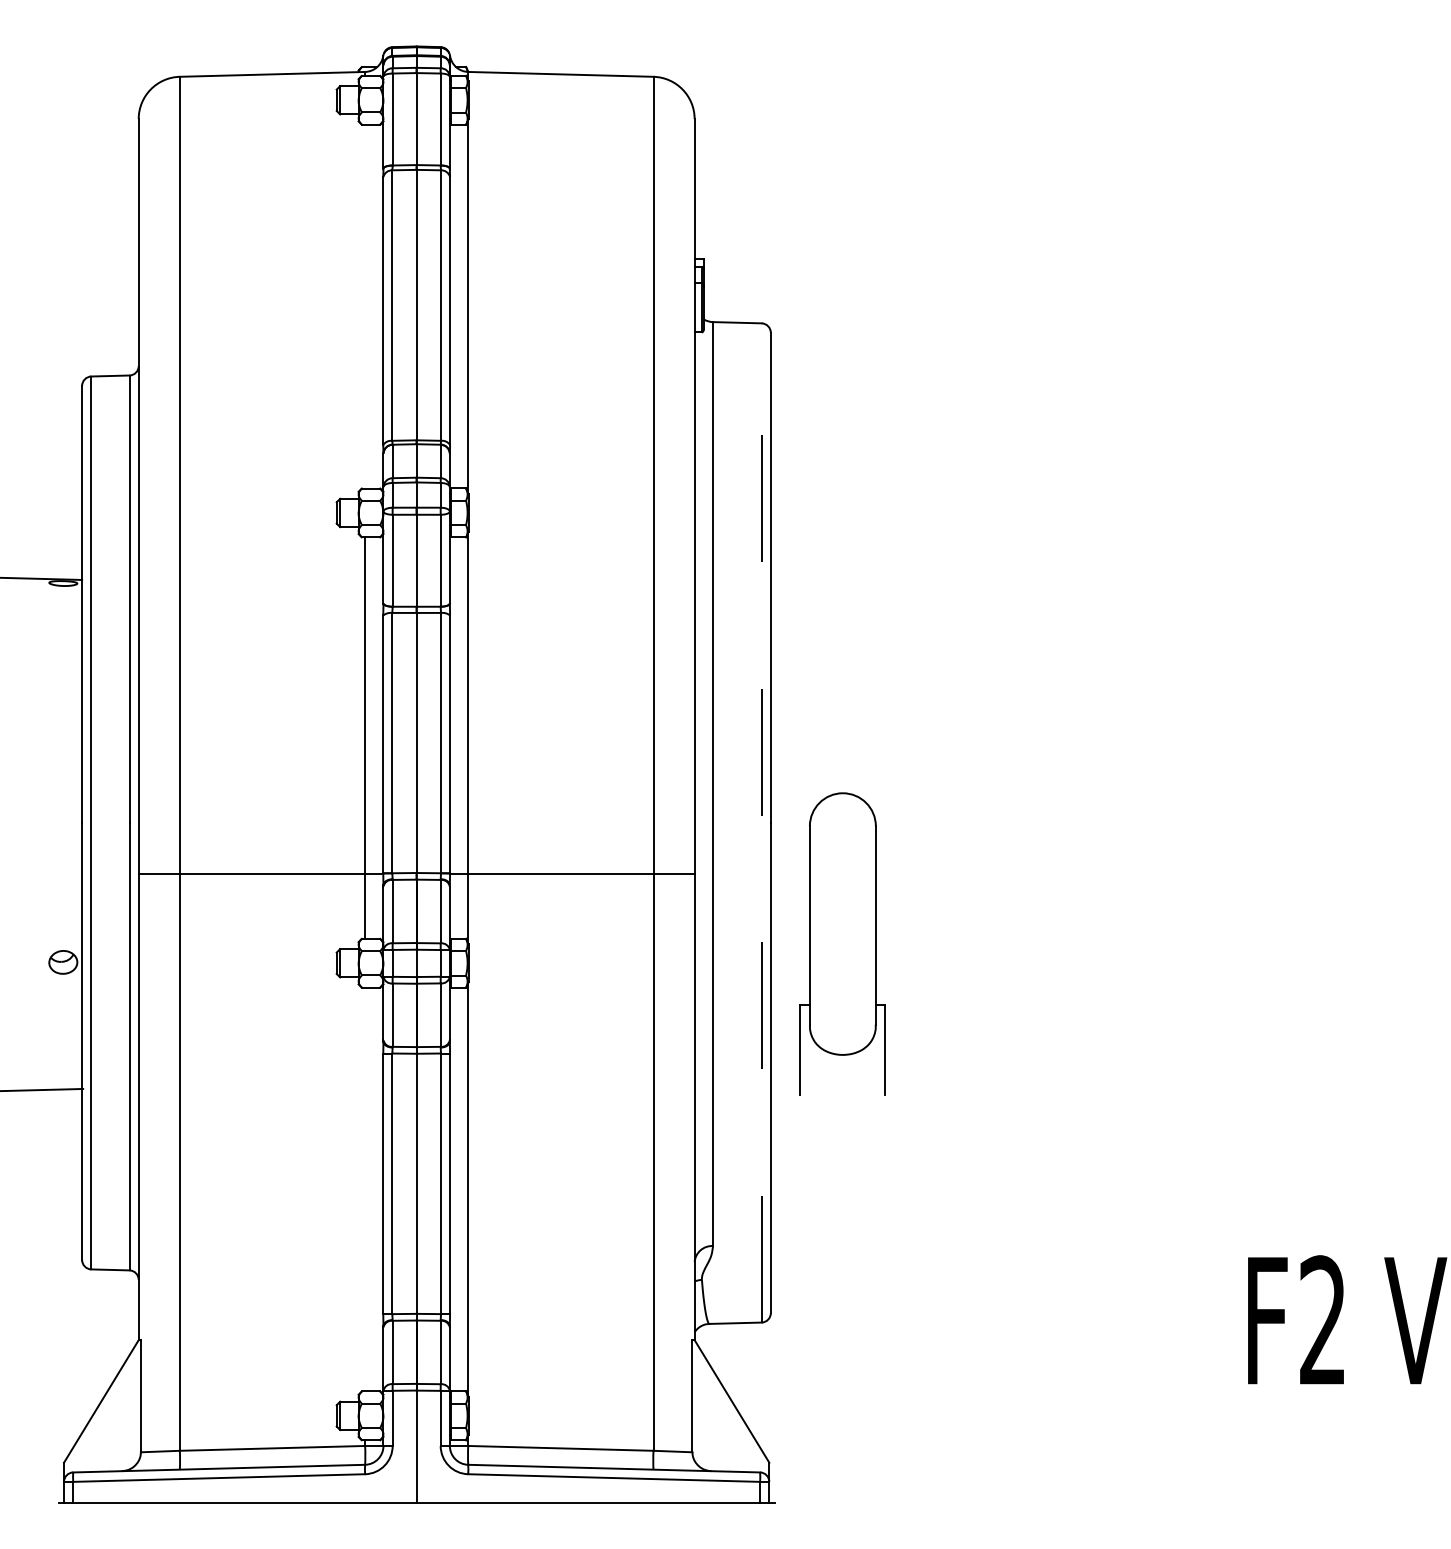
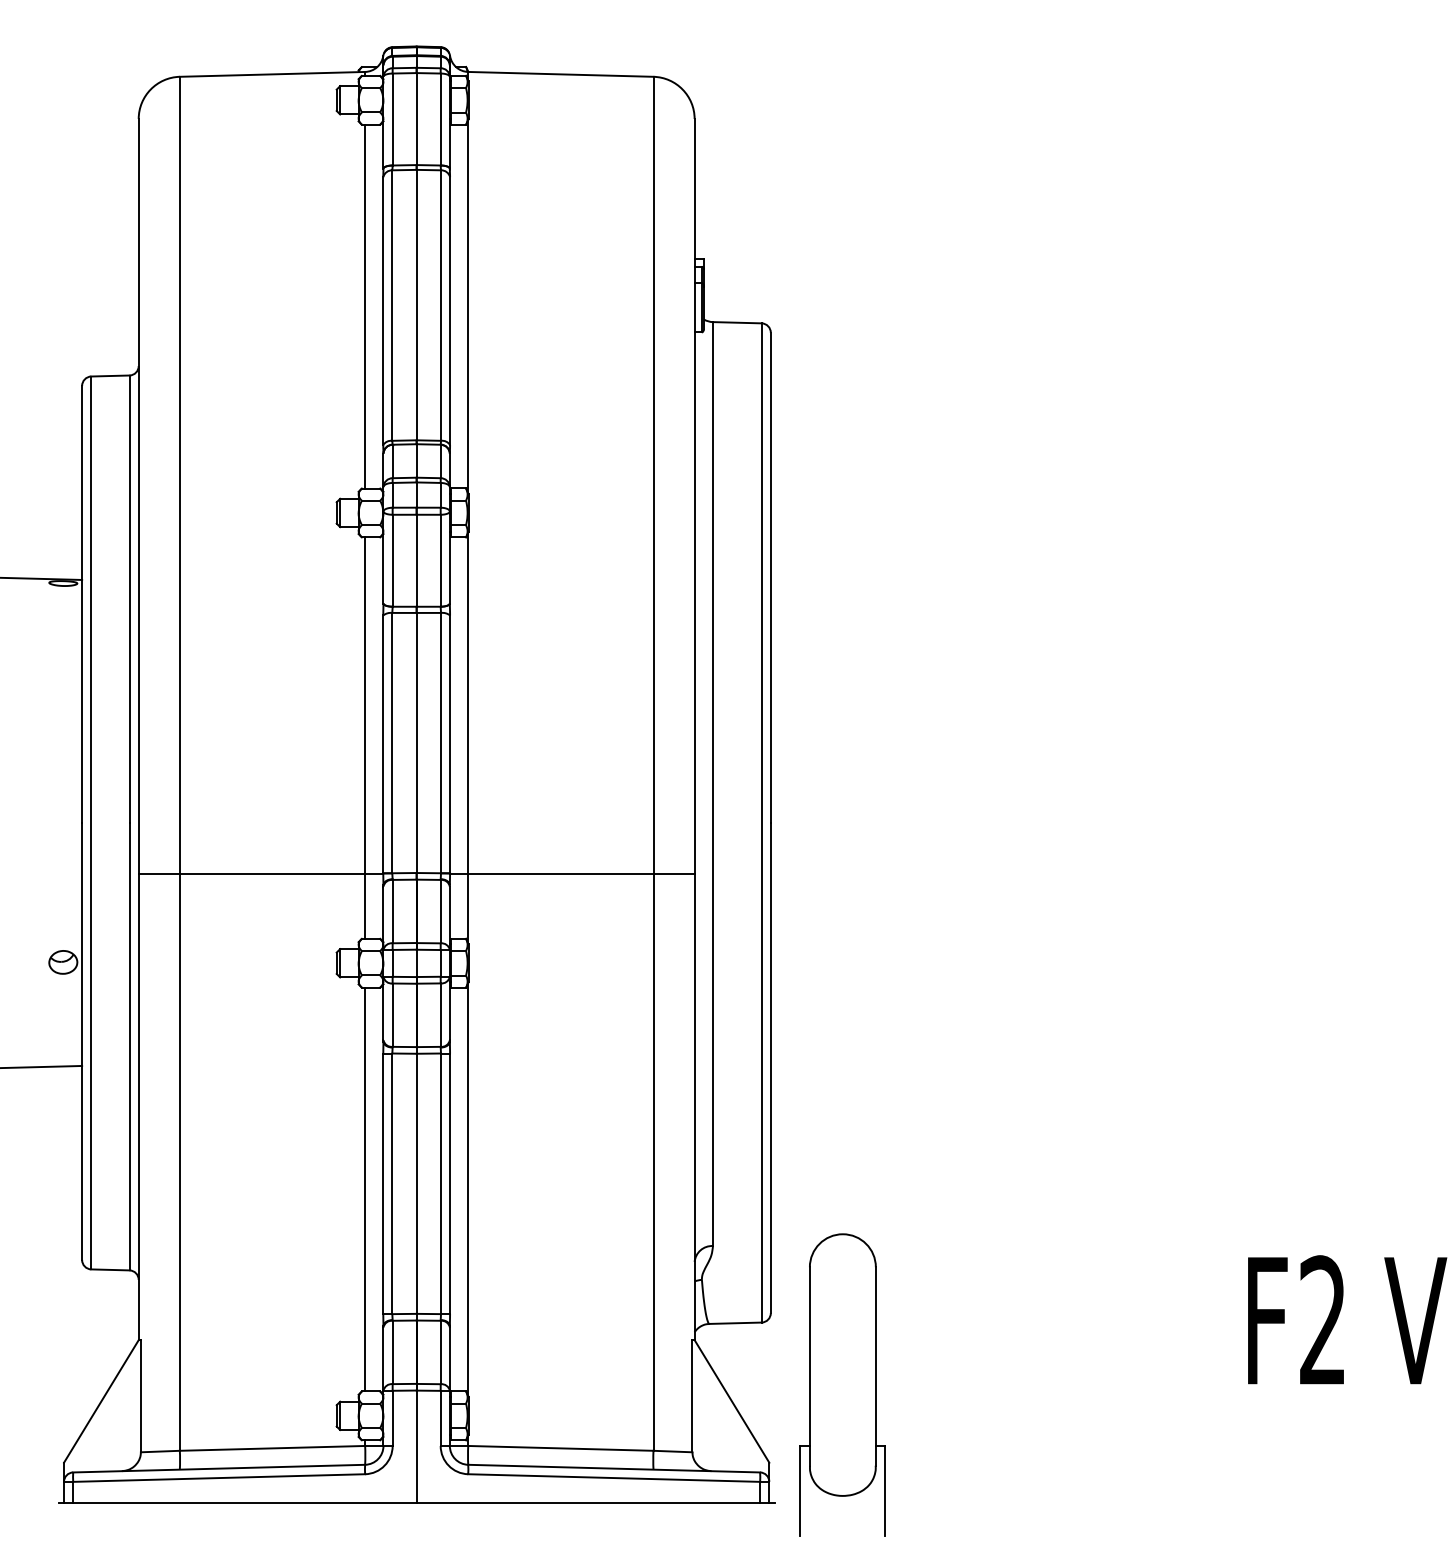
line at (365, 306): none -> present
line at (761, 822): dashed -> solid
part at (842, 943) position: (842, 943) -> (842, 1384)
line at (42, 1089) position: (42, 1089) -> (42, 1066)
line at (365, 1189): none -> present
